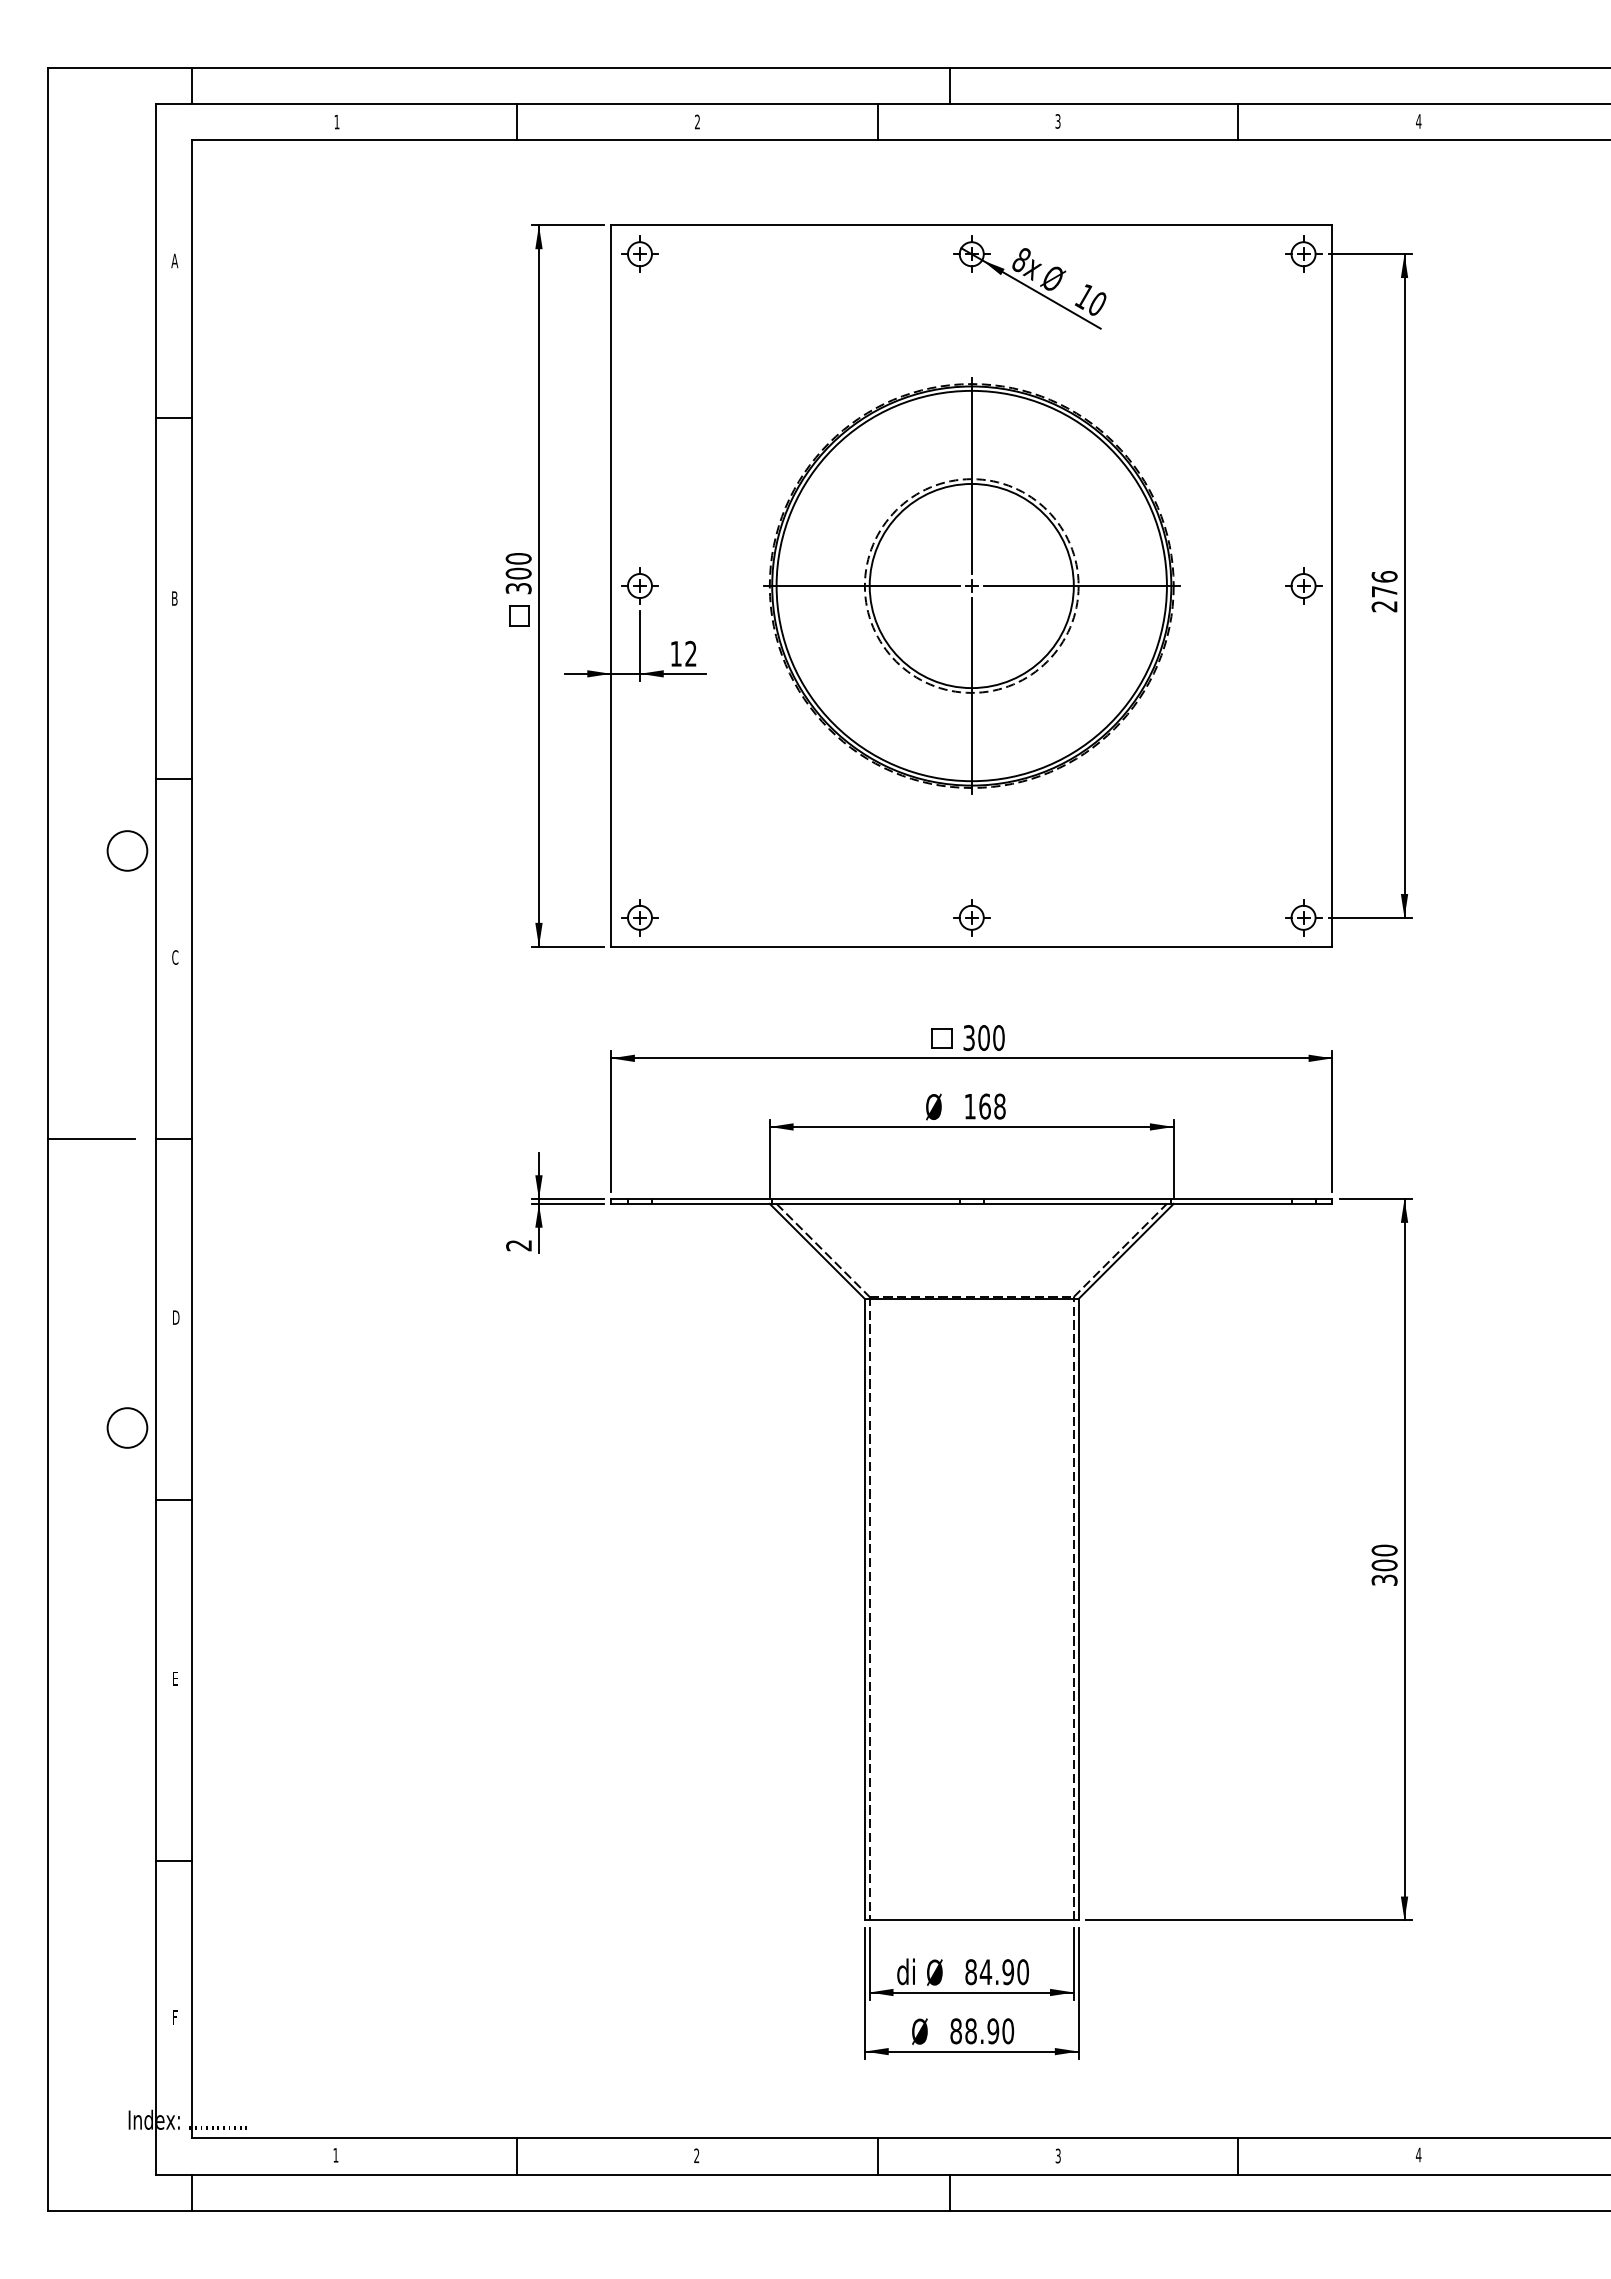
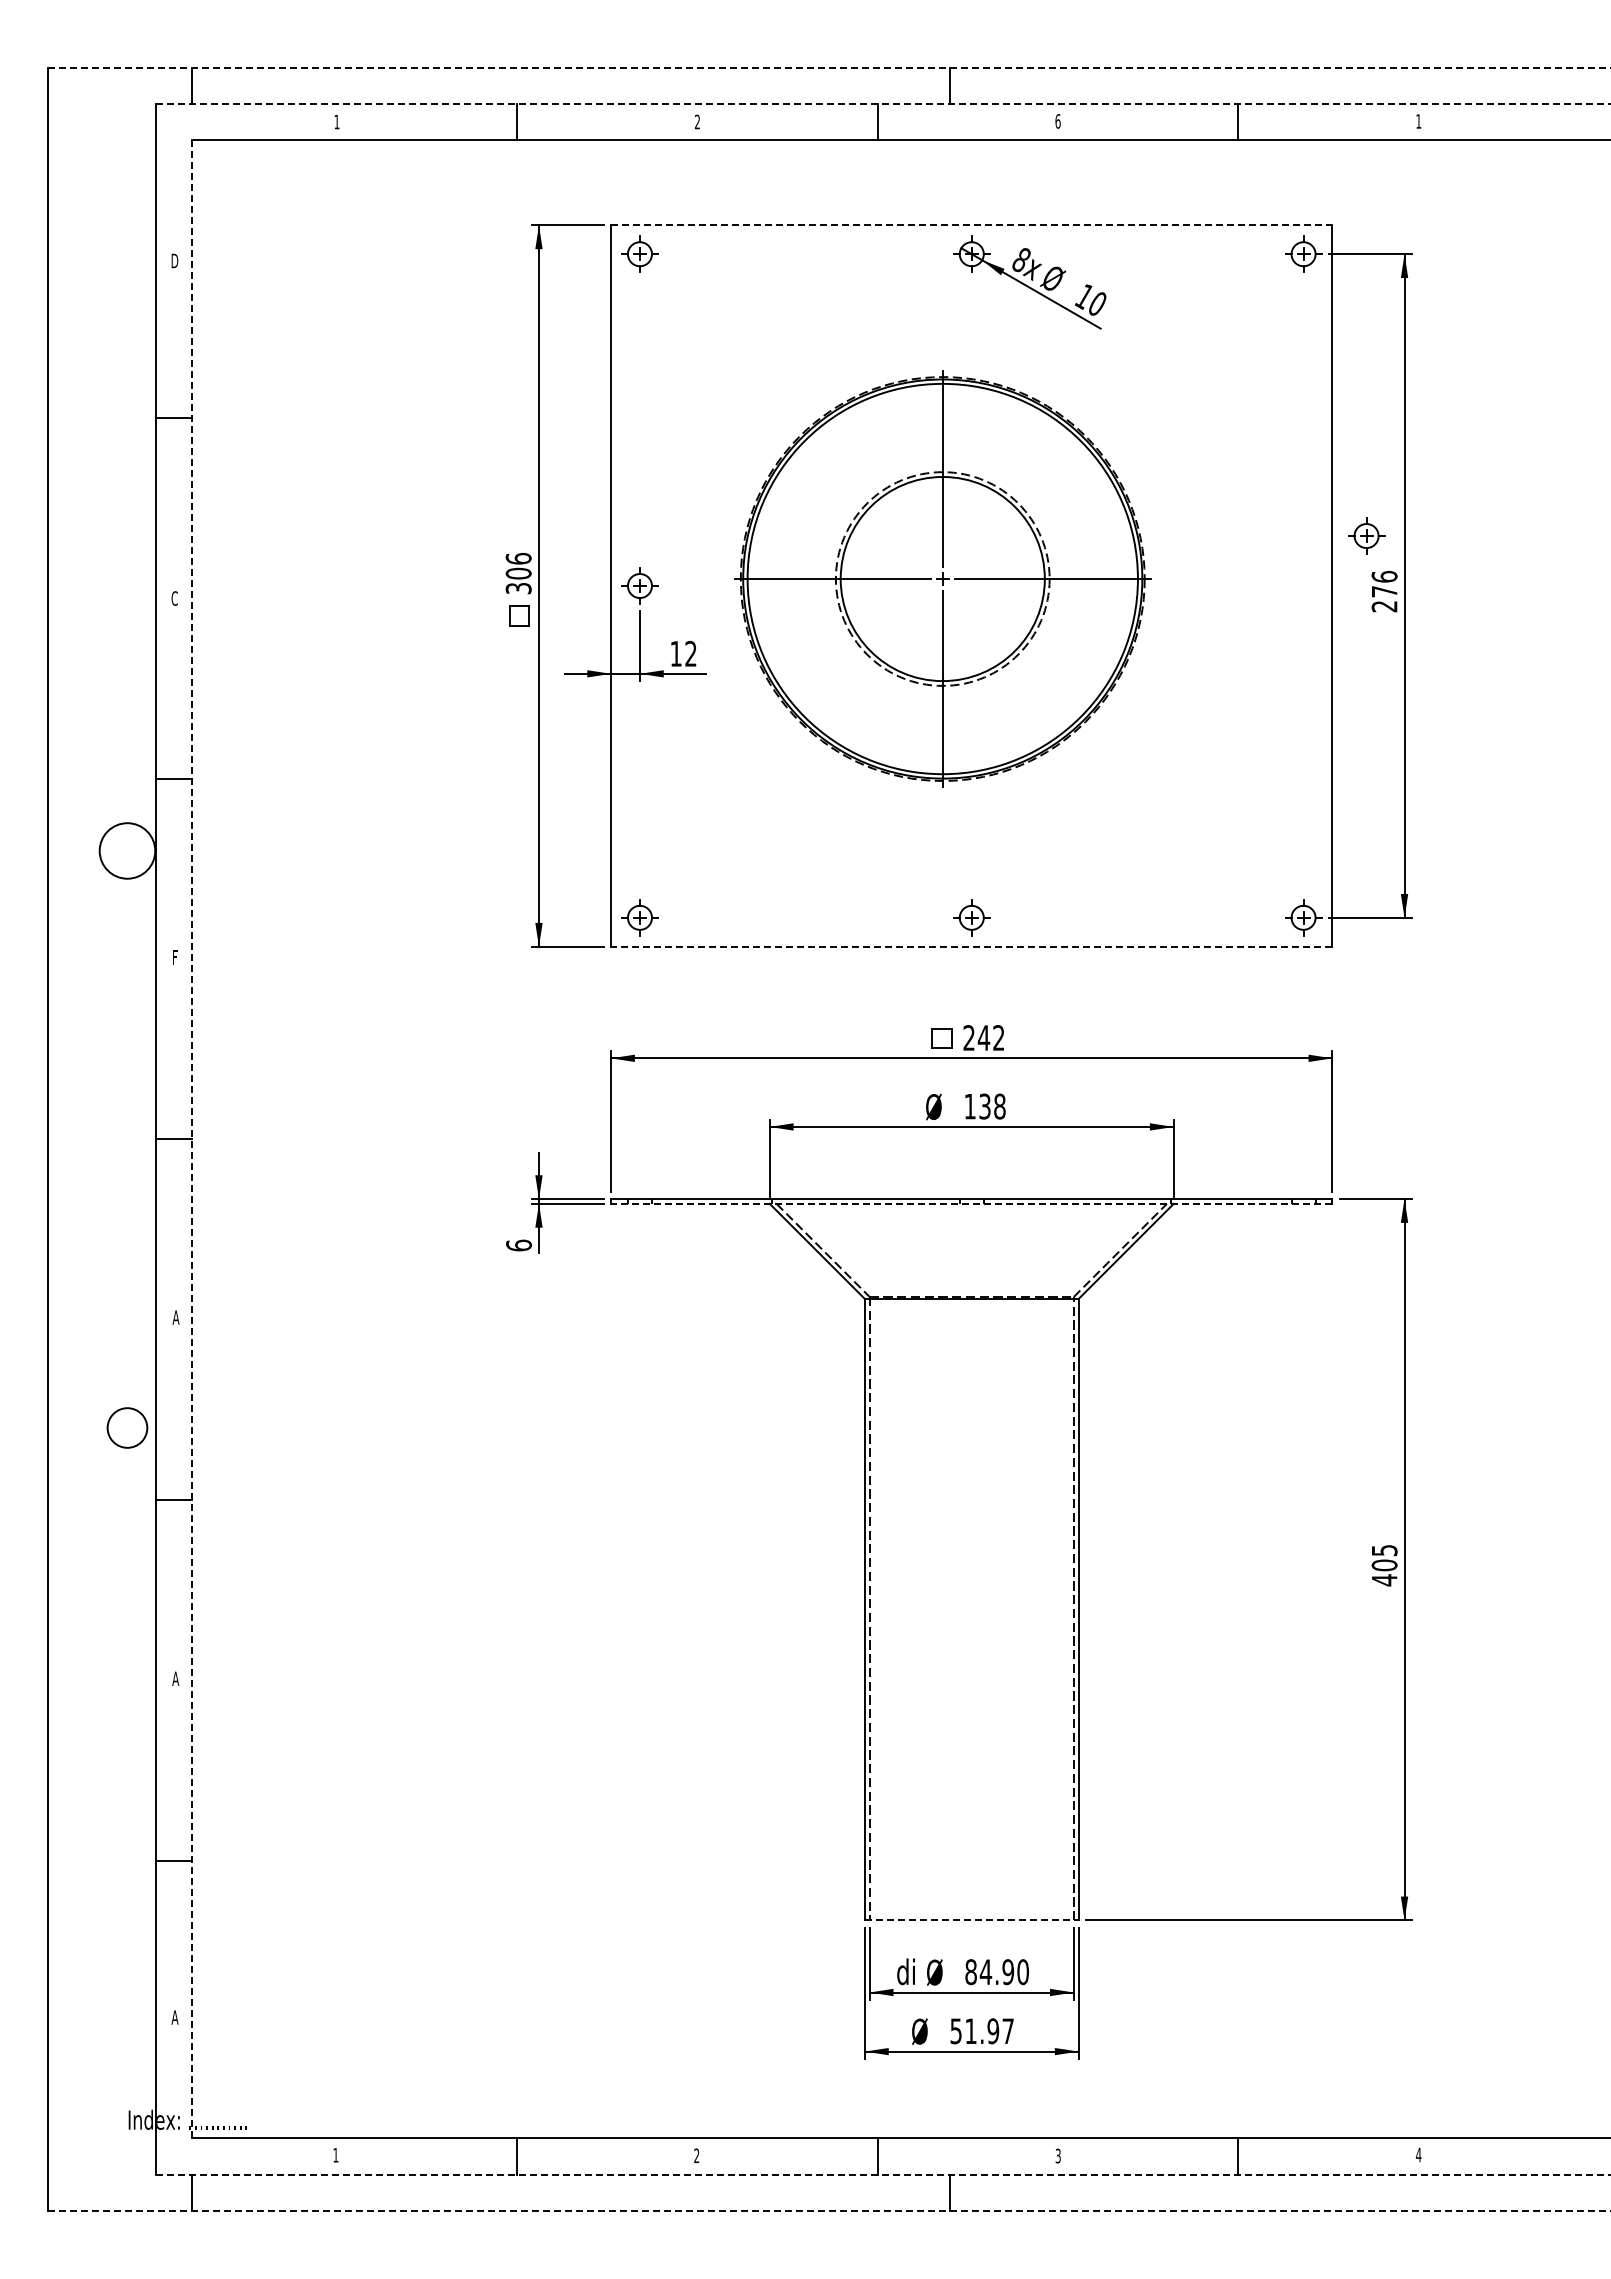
line at (829, 68): solid -> dashed
line at (884, 104): solid -> dashed
text at (1057, 121): 3 -> 6
text at (1418, 121): 4 -> 1
line at (971, 225): solid -> dashed
text at (174, 260): A -> D
text at (518, 558): 300 -> 306
part at (971, 585) position: (971, 585) -> (942, 578)
part at (1303, 585) position: (1303, 585) -> (1366, 535)
text at (174, 598): B -> C
circle at (127, 850) diameter: 40 px -> 56 px
line at (971, 946): solid -> dashed
text at (175, 957): C -> F
text at (983, 1037): 300 -> 242
text at (984, 1106): 168 -> 138
line at (91, 1139): present -> none
line at (192, 1139): solid -> dashed
line at (971, 1203): solid -> dashed
text at (519, 1245): 2 -> 6
text at (175, 1317): D -> A
text at (1384, 1565): 300 -> 405
text at (175, 1678): E -> A
line at (971, 1920): solid -> dashed
text at (174, 2017): F -> A
text at (982, 2031): 88.90 -> 51.97
line at (884, 2174): solid -> dashed
line at (829, 2210): solid -> dashed
